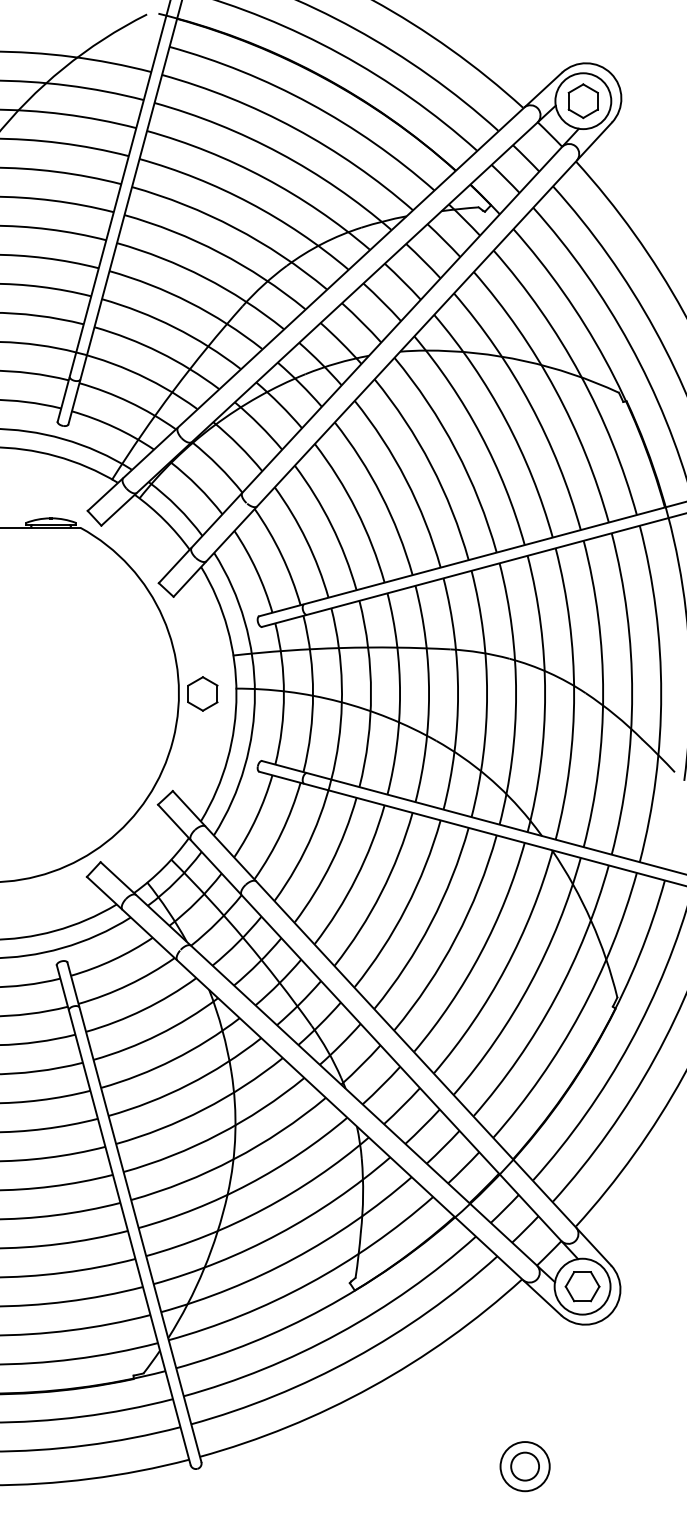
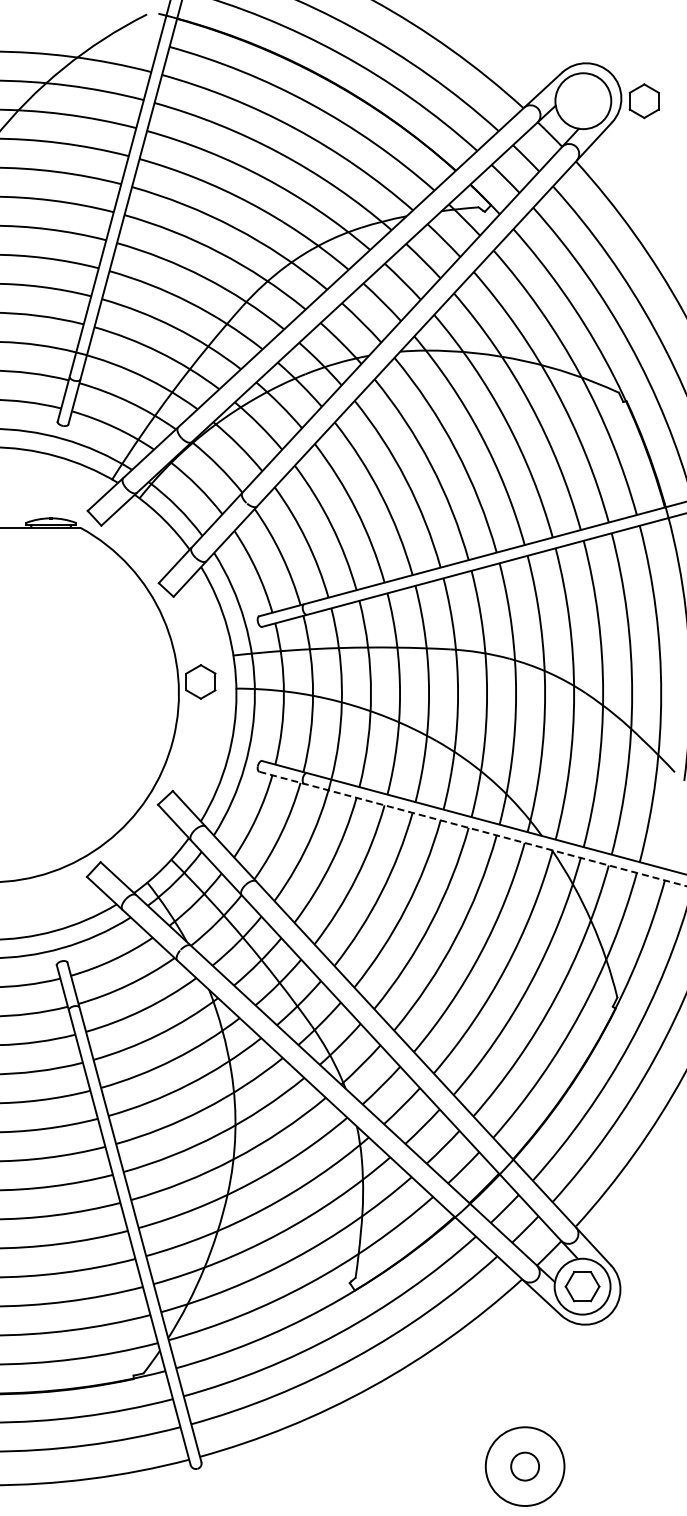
part at (582, 101) position: (582, 101) -> (643, 101)
part at (202, 693) position: (202, 693) -> (200, 681)
line at (472, 829): solid -> dashed
circle at (524, 1466) diameter: 49 px -> 79 px
